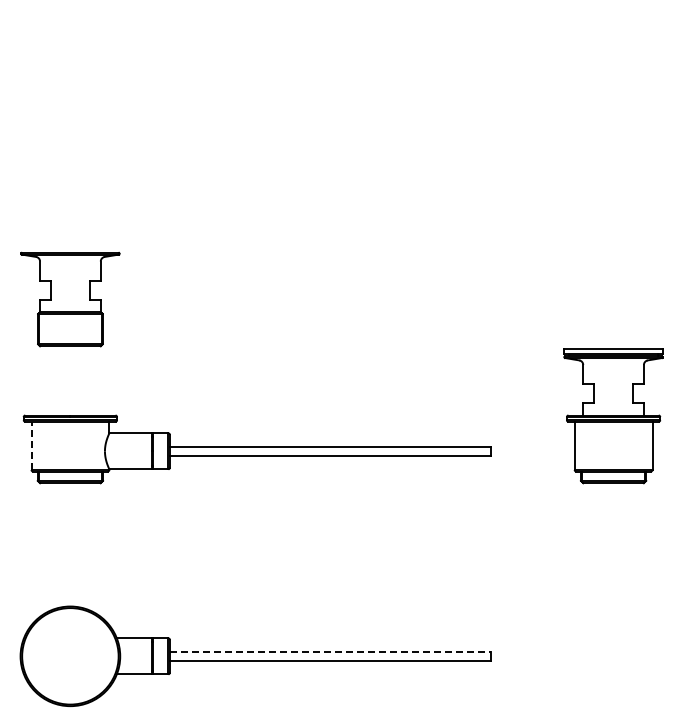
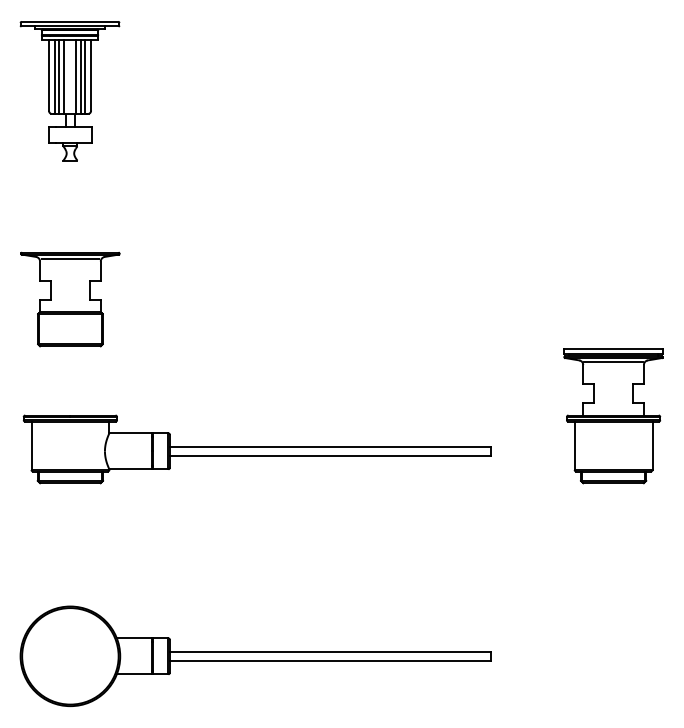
part at (69, 91): none -> present
line at (70, 258): none -> present
line at (613, 361): none -> present
line at (31, 445): dashed -> solid
line at (330, 651): dashed -> solid
